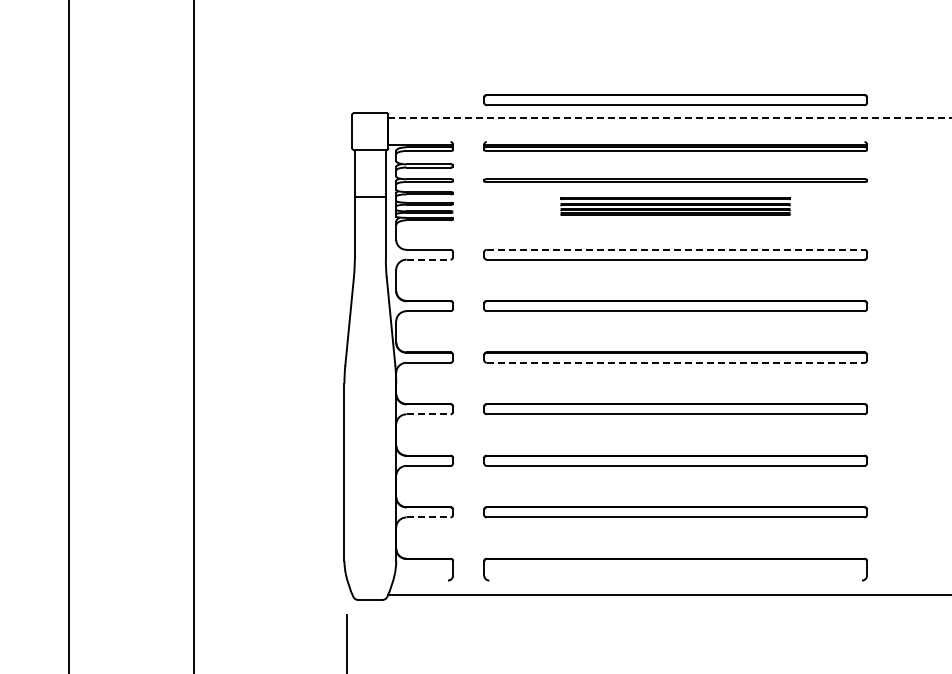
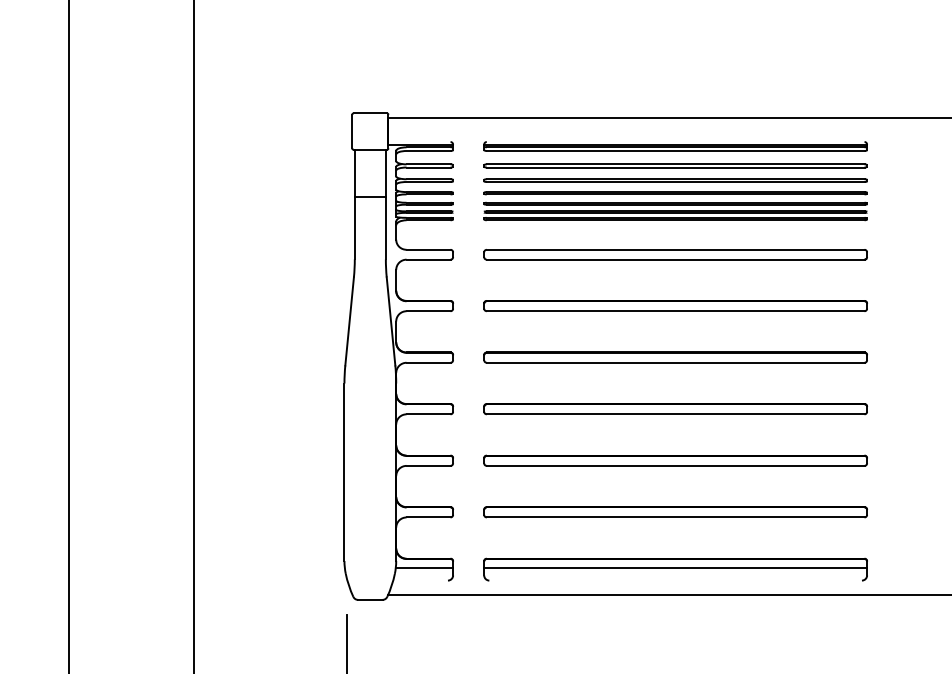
part at (675, 99): present -> none
line at (670, 117): dashed -> solid
part at (675, 165): none -> present
part at (675, 206) size: 232x19 px -> 385x31 px
line at (675, 249): dashed -> solid
line at (428, 259): dashed -> solid
line at (675, 362): dashed -> solid
line at (428, 414): dashed -> solid
line at (428, 517): dashed -> solid
line at (424, 568): none -> present
line at (675, 568): none -> present
